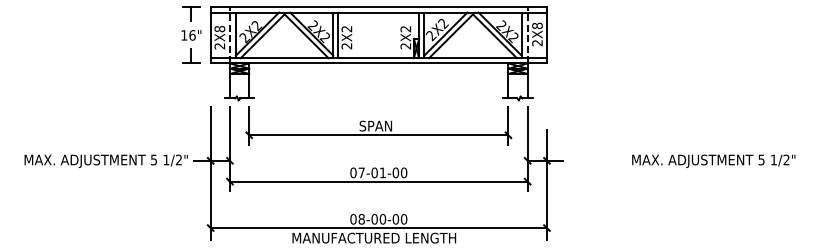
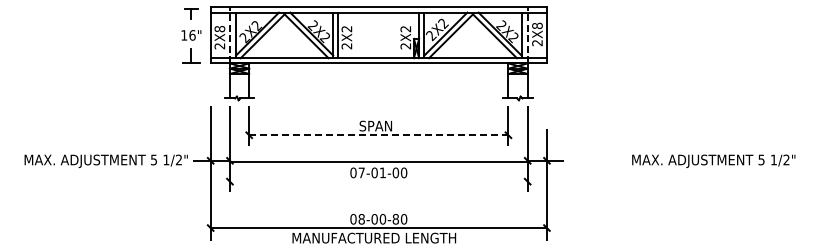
part at (191, 13) size: 19x16 px -> 15x12 px
line at (378, 135): solid -> dashed
line at (378, 181) position: (378, 181) -> (378, 161)
text at (395, 219): 08-00-00 -> 08-00-80
